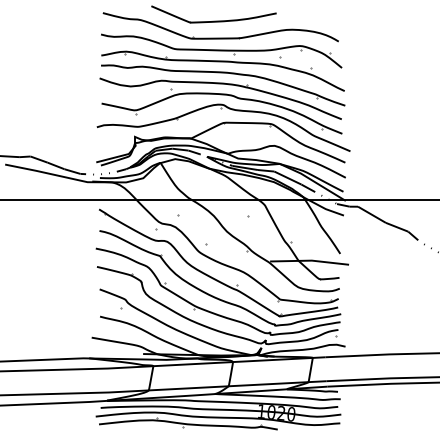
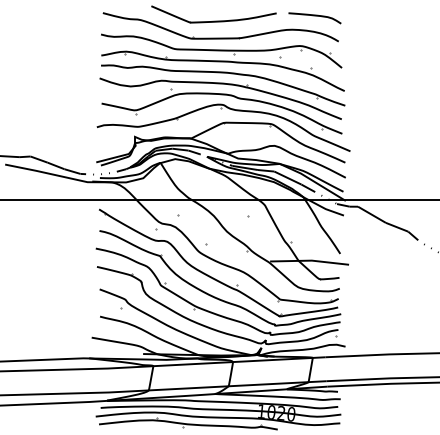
curve at (314, 16): none -> present
